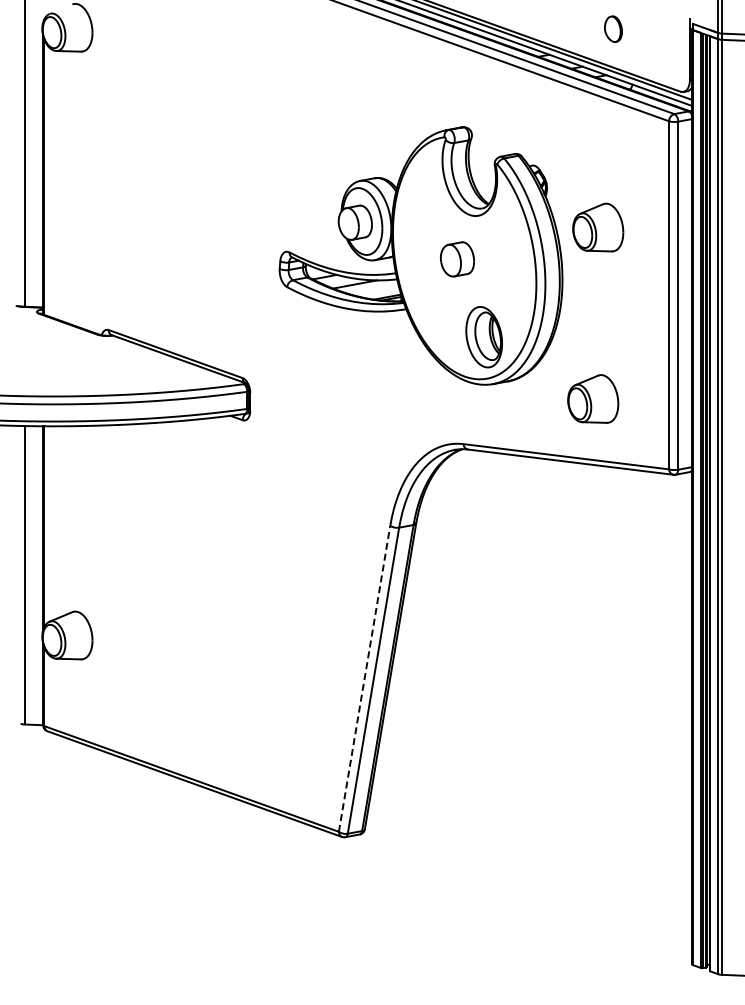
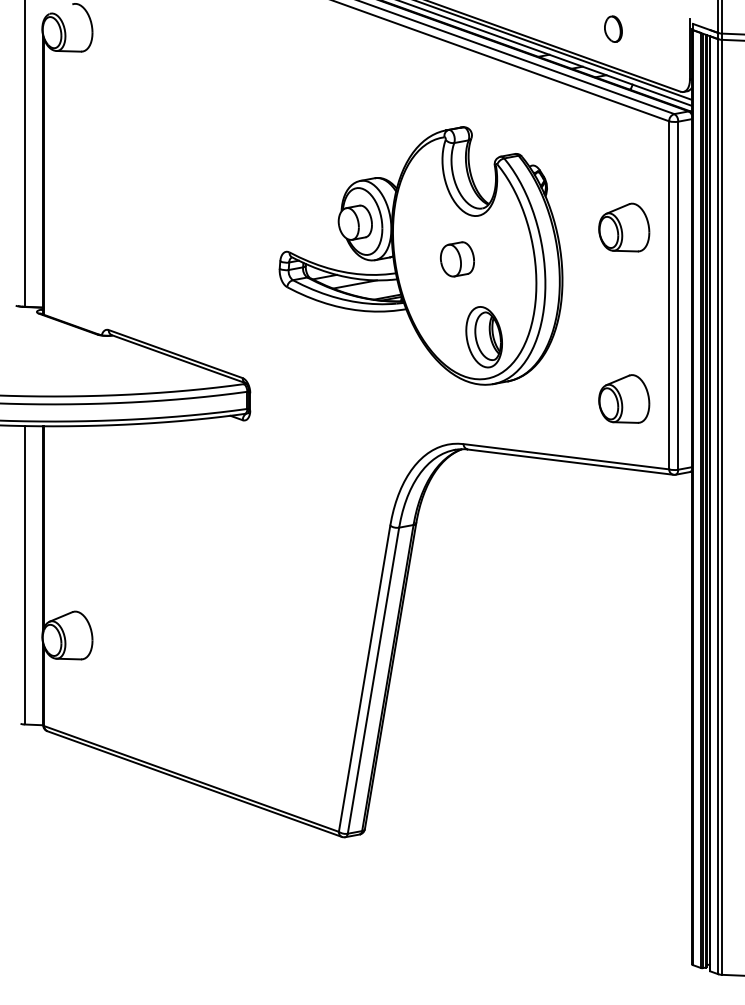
part at (598, 227) position: (598, 227) -> (624, 227)
part at (593, 398) position: (593, 398) -> (624, 398)
line at (364, 678): dashed -> solid
